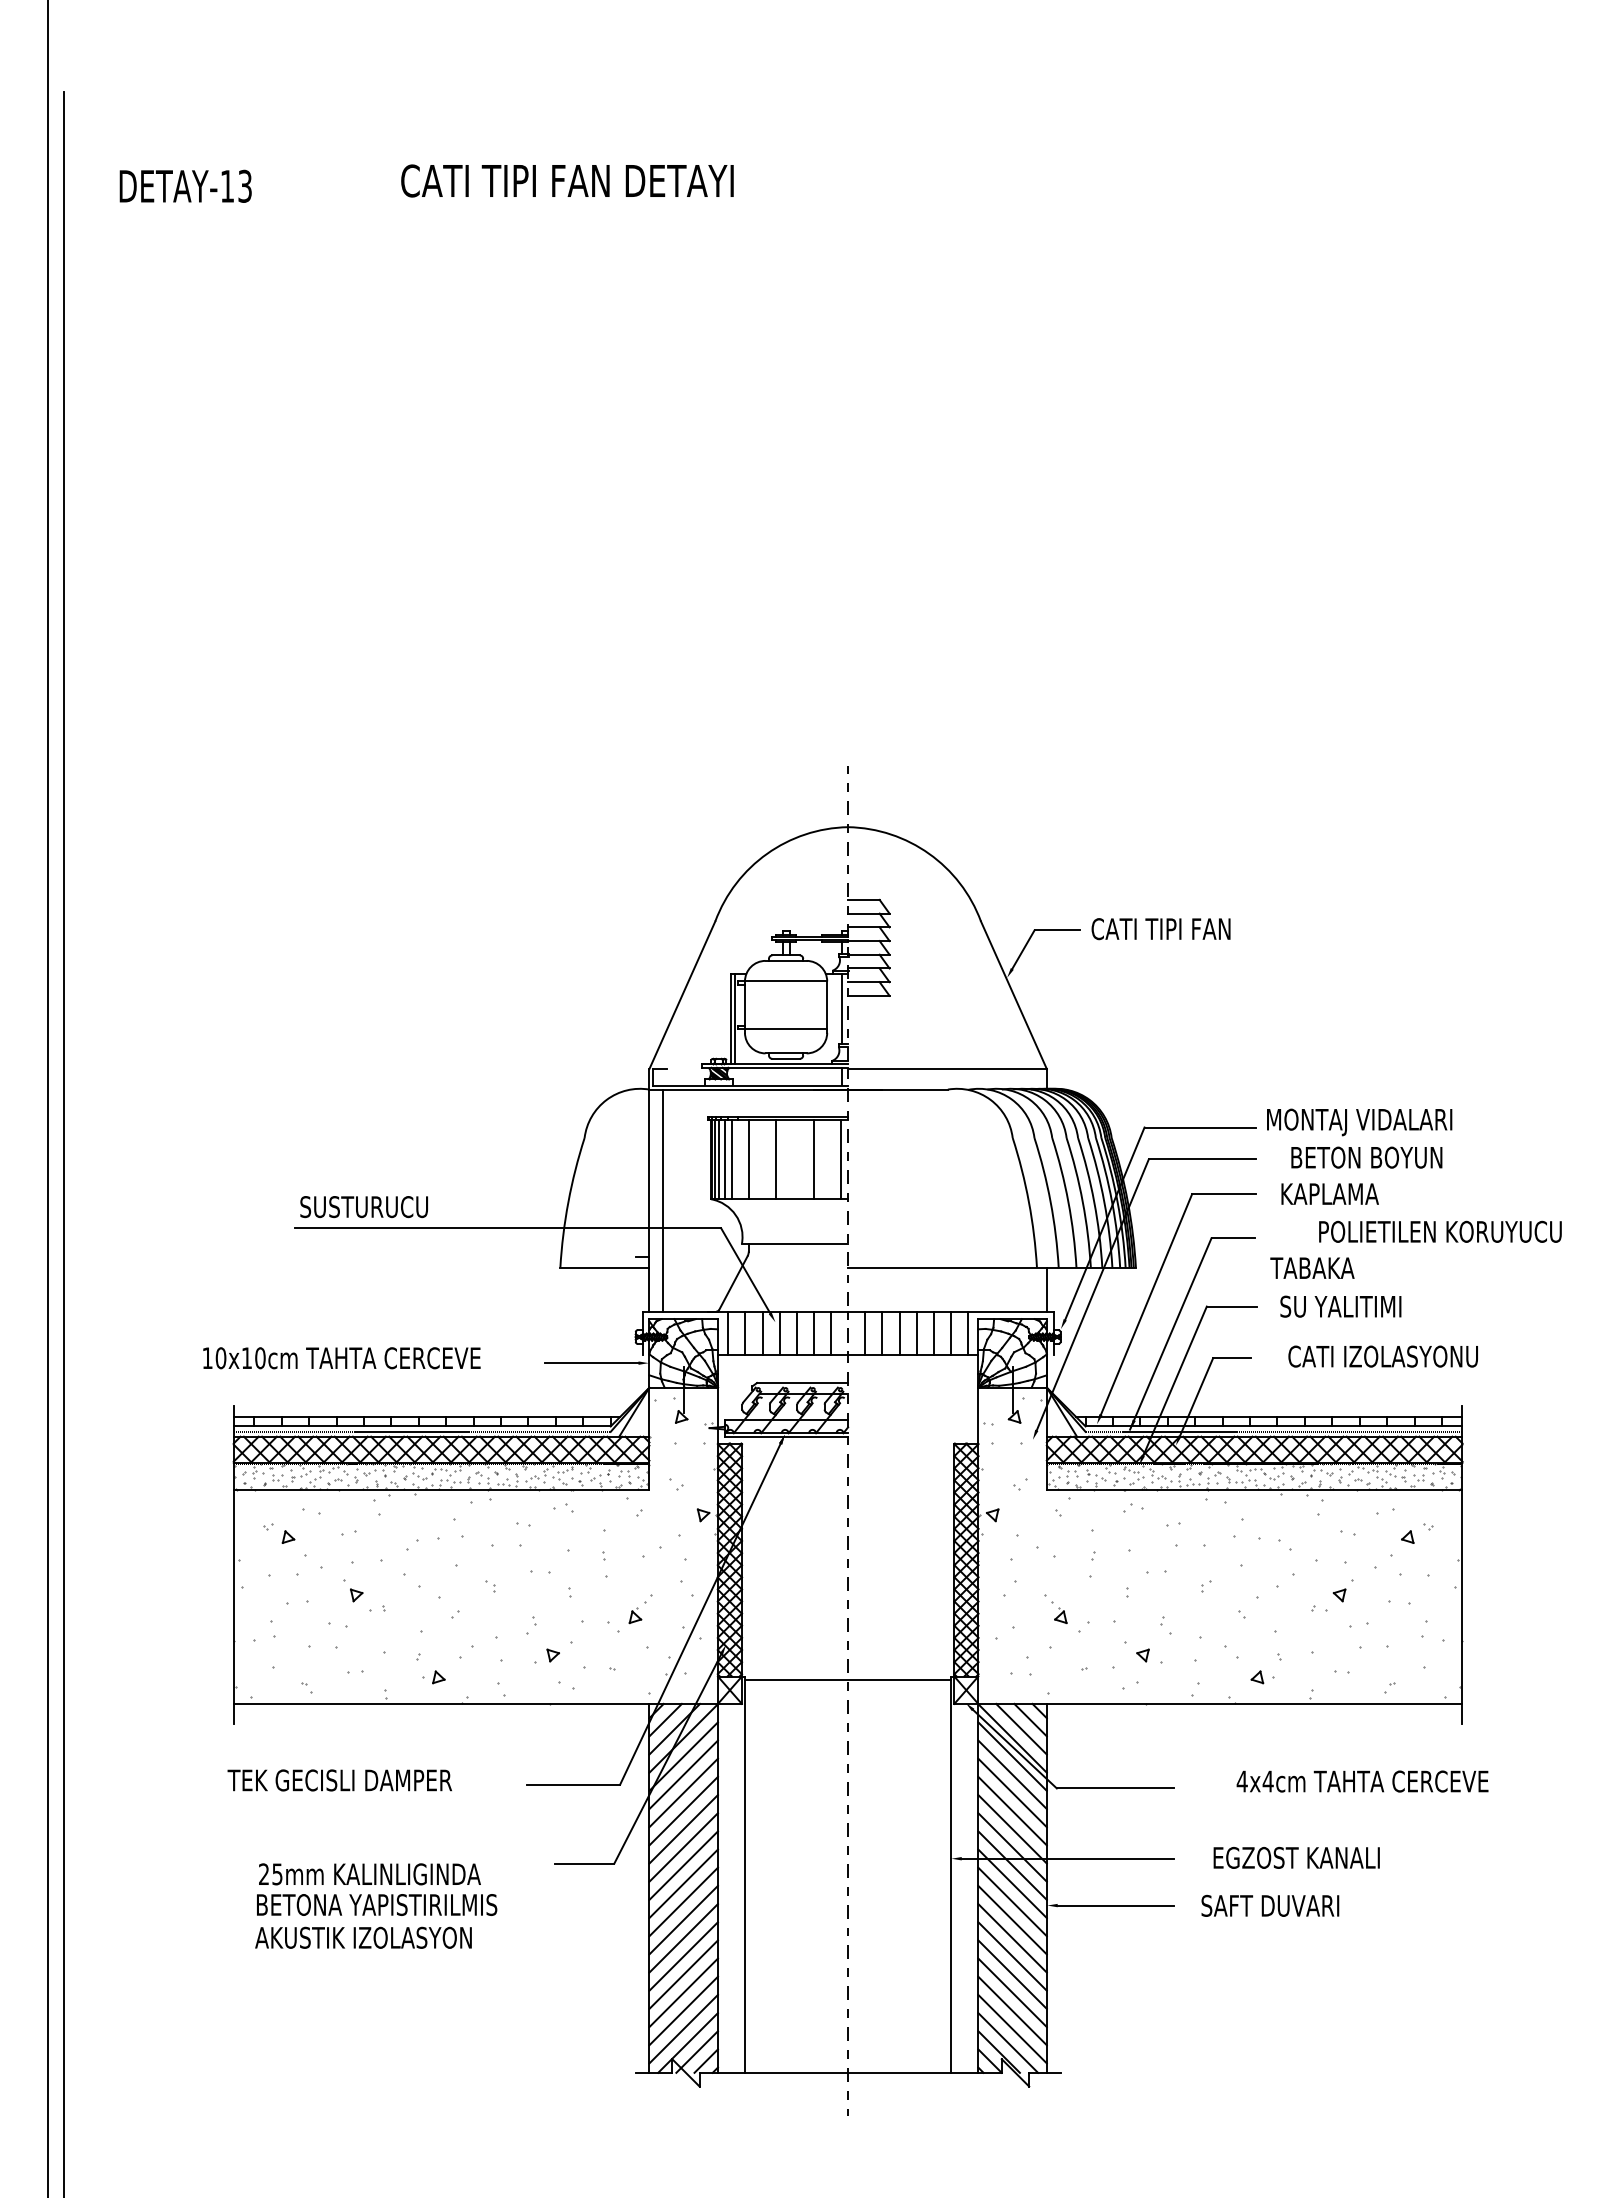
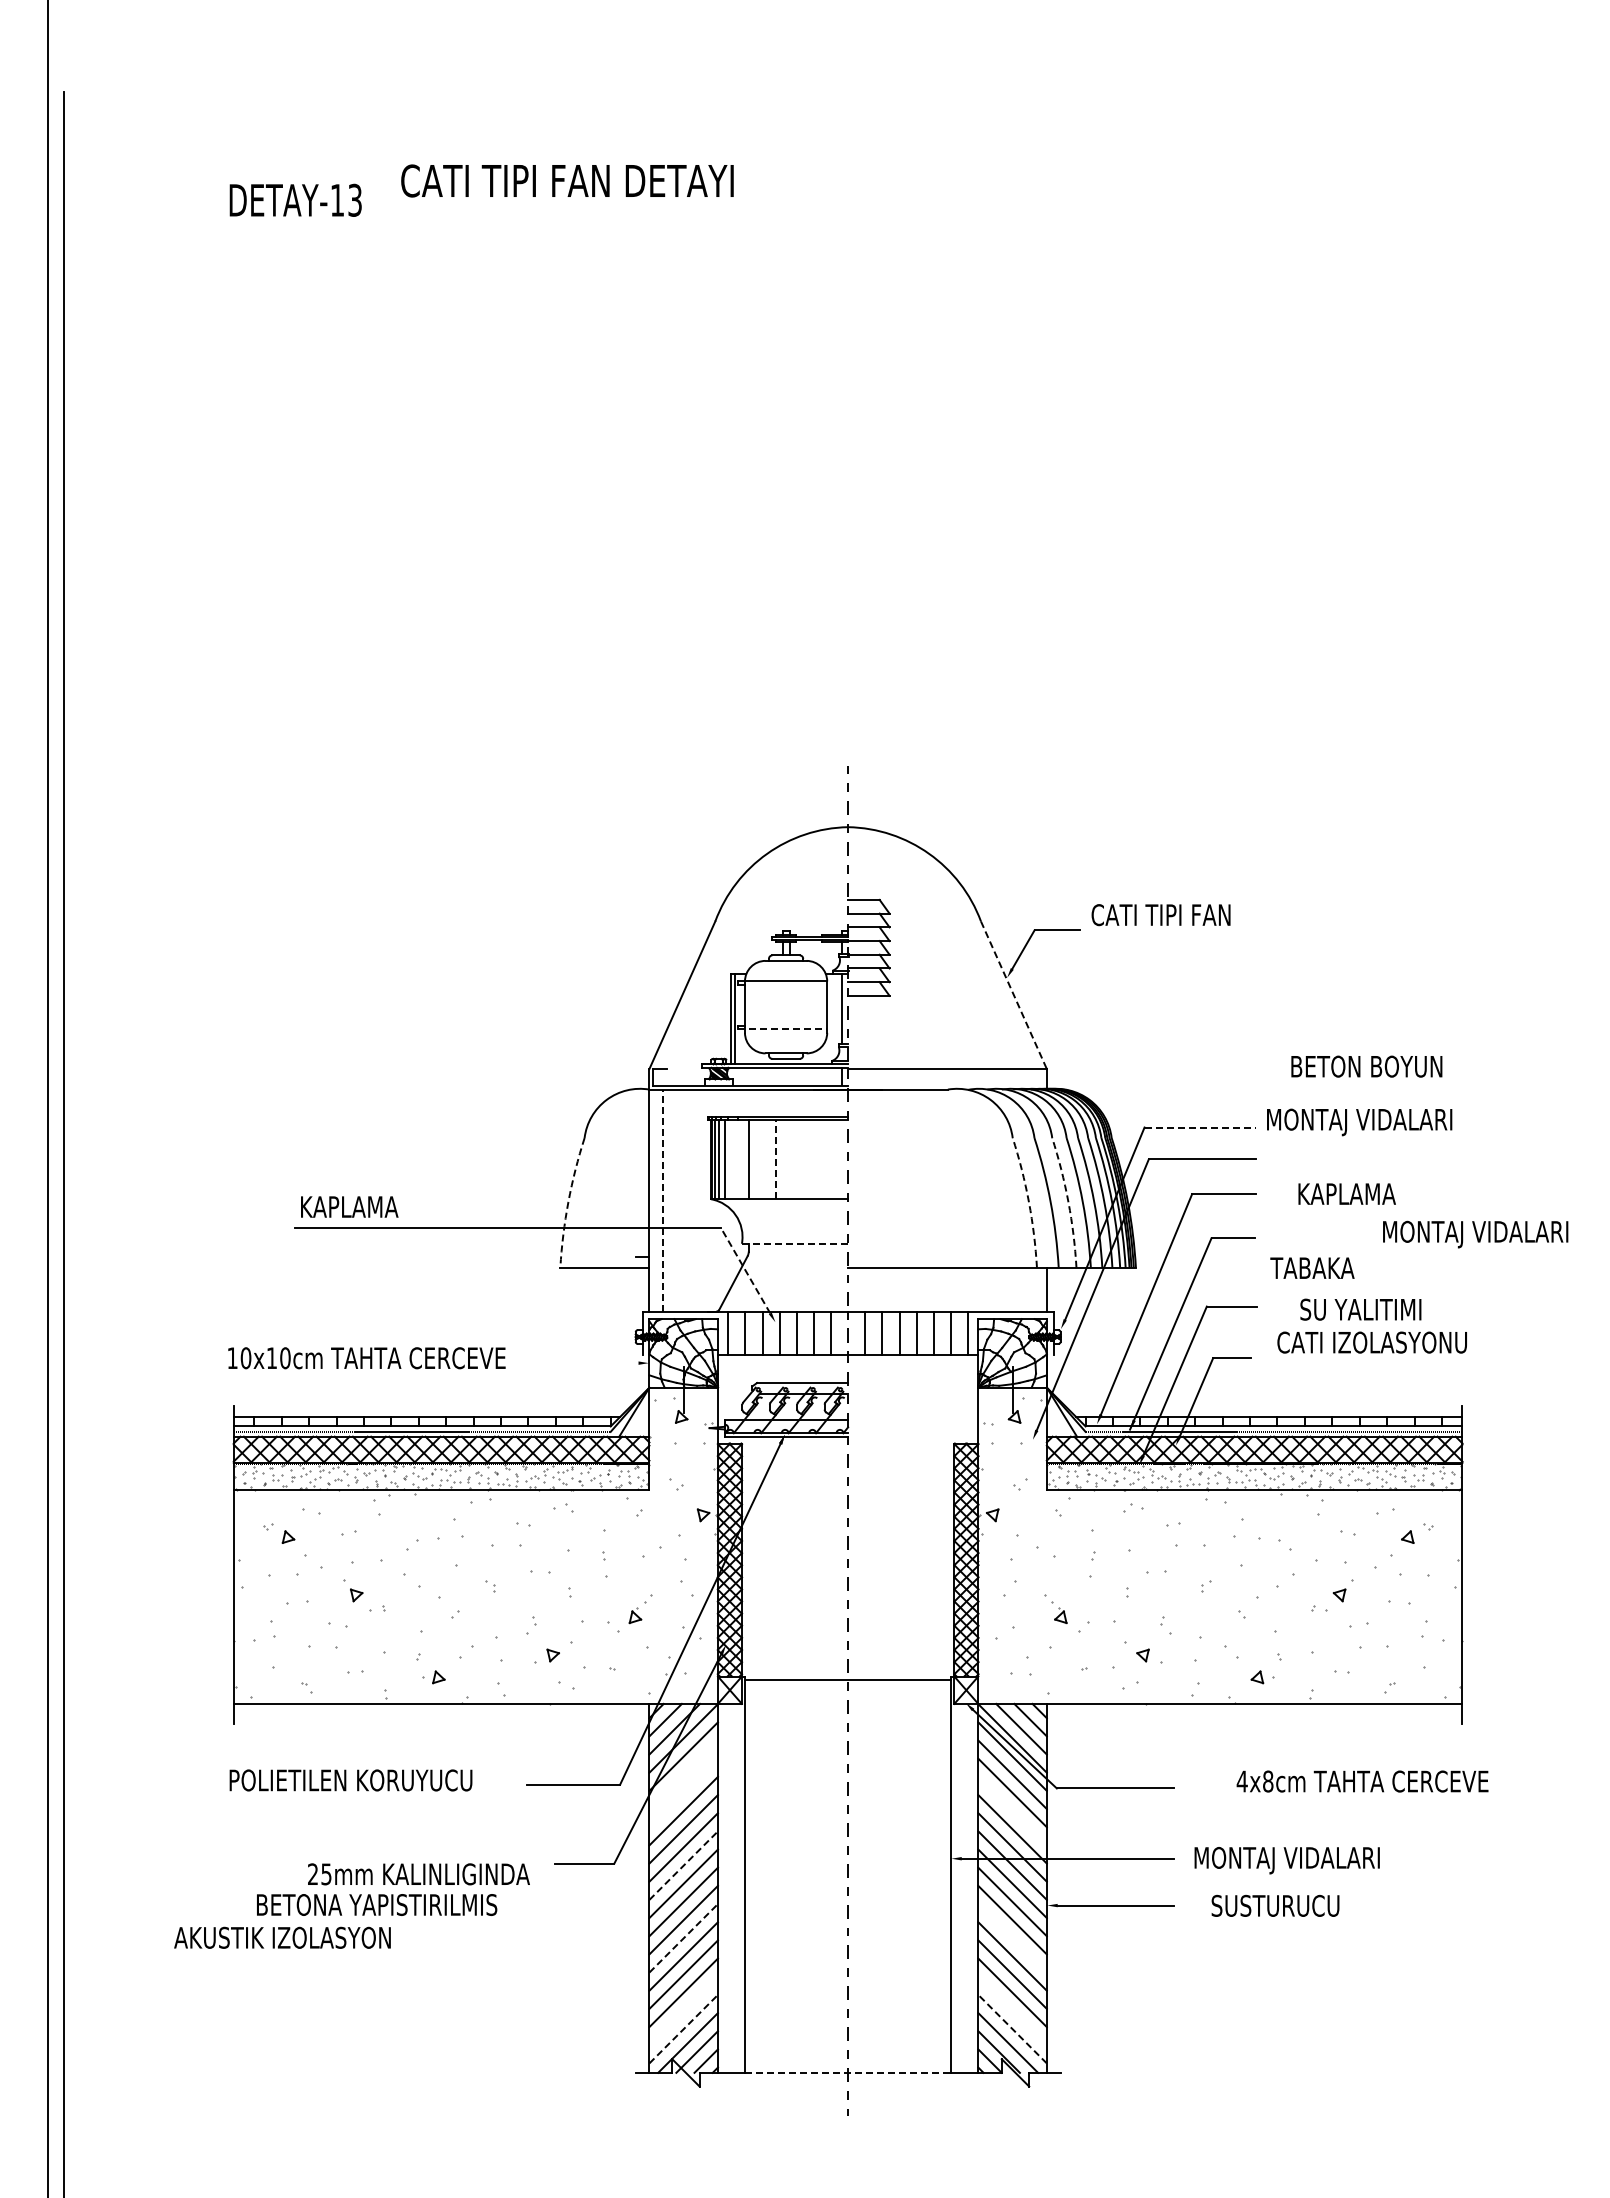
text at (185, 185) position: (185, 185) -> (295, 199)
text at (1160, 929) position: (1160, 929) -> (1160, 915)
line at (1013, 995): solid -> dashed
line at (782, 1029): solid -> dashed
line at (1200, 1127): solid -> dashed
text at (1366, 1157) position: (1366, 1157) -> (1366, 1066)
line at (731, 1159): present -> none
line at (776, 1159): solid -> dashed
line at (813, 1159): present -> none
line at (841, 1159): present -> none
text at (1329, 1193) position: (1329, 1193) -> (1346, 1193)
line at (663, 1200): solid -> dashed
arc at (568, 1202): solid -> dashed
arc at (1028, 1202): solid -> dashed
arc at (1068, 1202): solid -> dashed
text at (364, 1207): SUSTURUCU -> KAPLAMA
text at (1443, 1234): POLIETILEN KORUYUCU -> MONTAJ VIDALARI
line at (794, 1243): solid -> dashed
line at (745, 1270): solid -> dashed
text at (1340, 1306) position: (1340, 1306) -> (1360, 1309)
text at (1382, 1356) position: (1382, 1356) -> (1371, 1342)
text at (341, 1358) position: (341, 1358) -> (366, 1358)
line at (591, 1363): present -> none
line at (683, 1774): present -> none
text at (349, 1780): TEK GECISLI DAMPER -> POLIETILEN KORUYUCU
text at (1267, 1781): 4x4cm -> 4x8cm
line at (683, 1792): present -> none
line at (1012, 1810): present -> none
text at (1284, 1860): EGZOST KANALI -> MONTAJ VIDALARI
line at (684, 1865): solid -> dashed
text at (369, 1874) position: (369, 1874) -> (418, 1874)
text at (1270, 1905): SAFT DUVARI -> SUSTURUCU
text at (363, 1937) position: (363, 1937) -> (282, 1937)
line at (684, 1937): solid -> dashed
line at (1012, 1938): present -> none
line at (683, 2010): present -> none
line at (1012, 2010): present -> none
line at (684, 2028): solid -> dashed
line at (1012, 2028): solid -> dashed
line at (848, 2072): solid -> dashed
